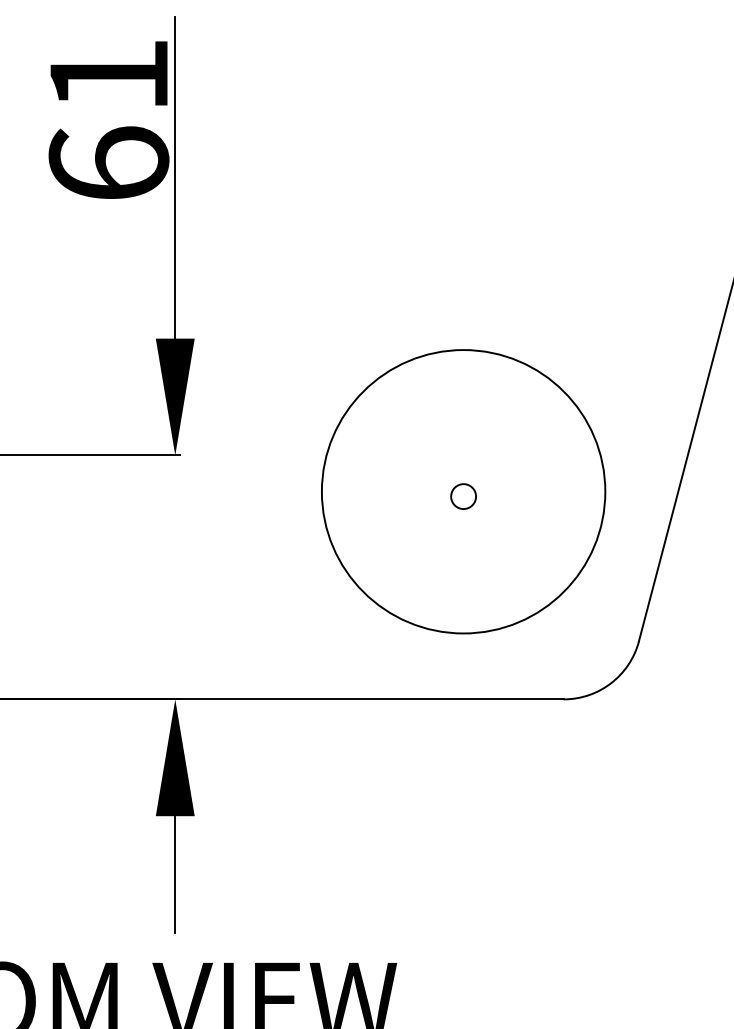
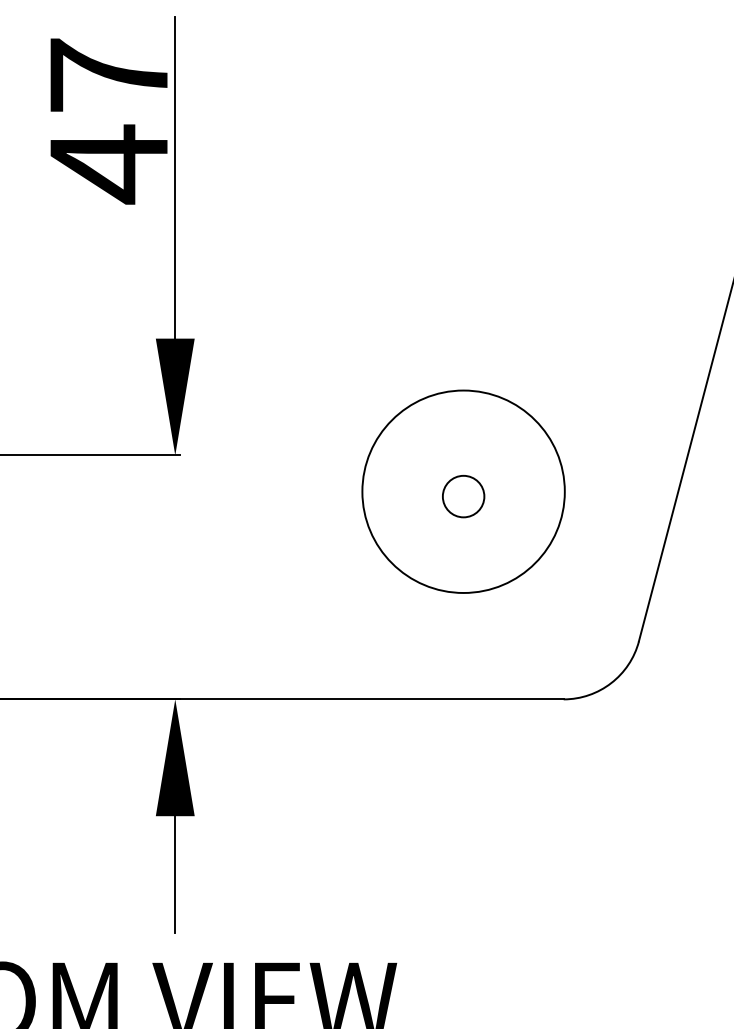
text at (108, 121): 61 -> 47
circle at (463, 491) diameter: 283 px -> 202 px
circle at (463, 496) diameter: 25 px -> 42 px
